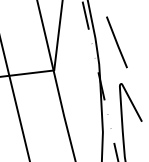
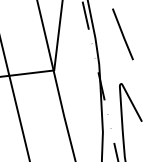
line at (116, 42) position: (116, 42) -> (122, 34)
